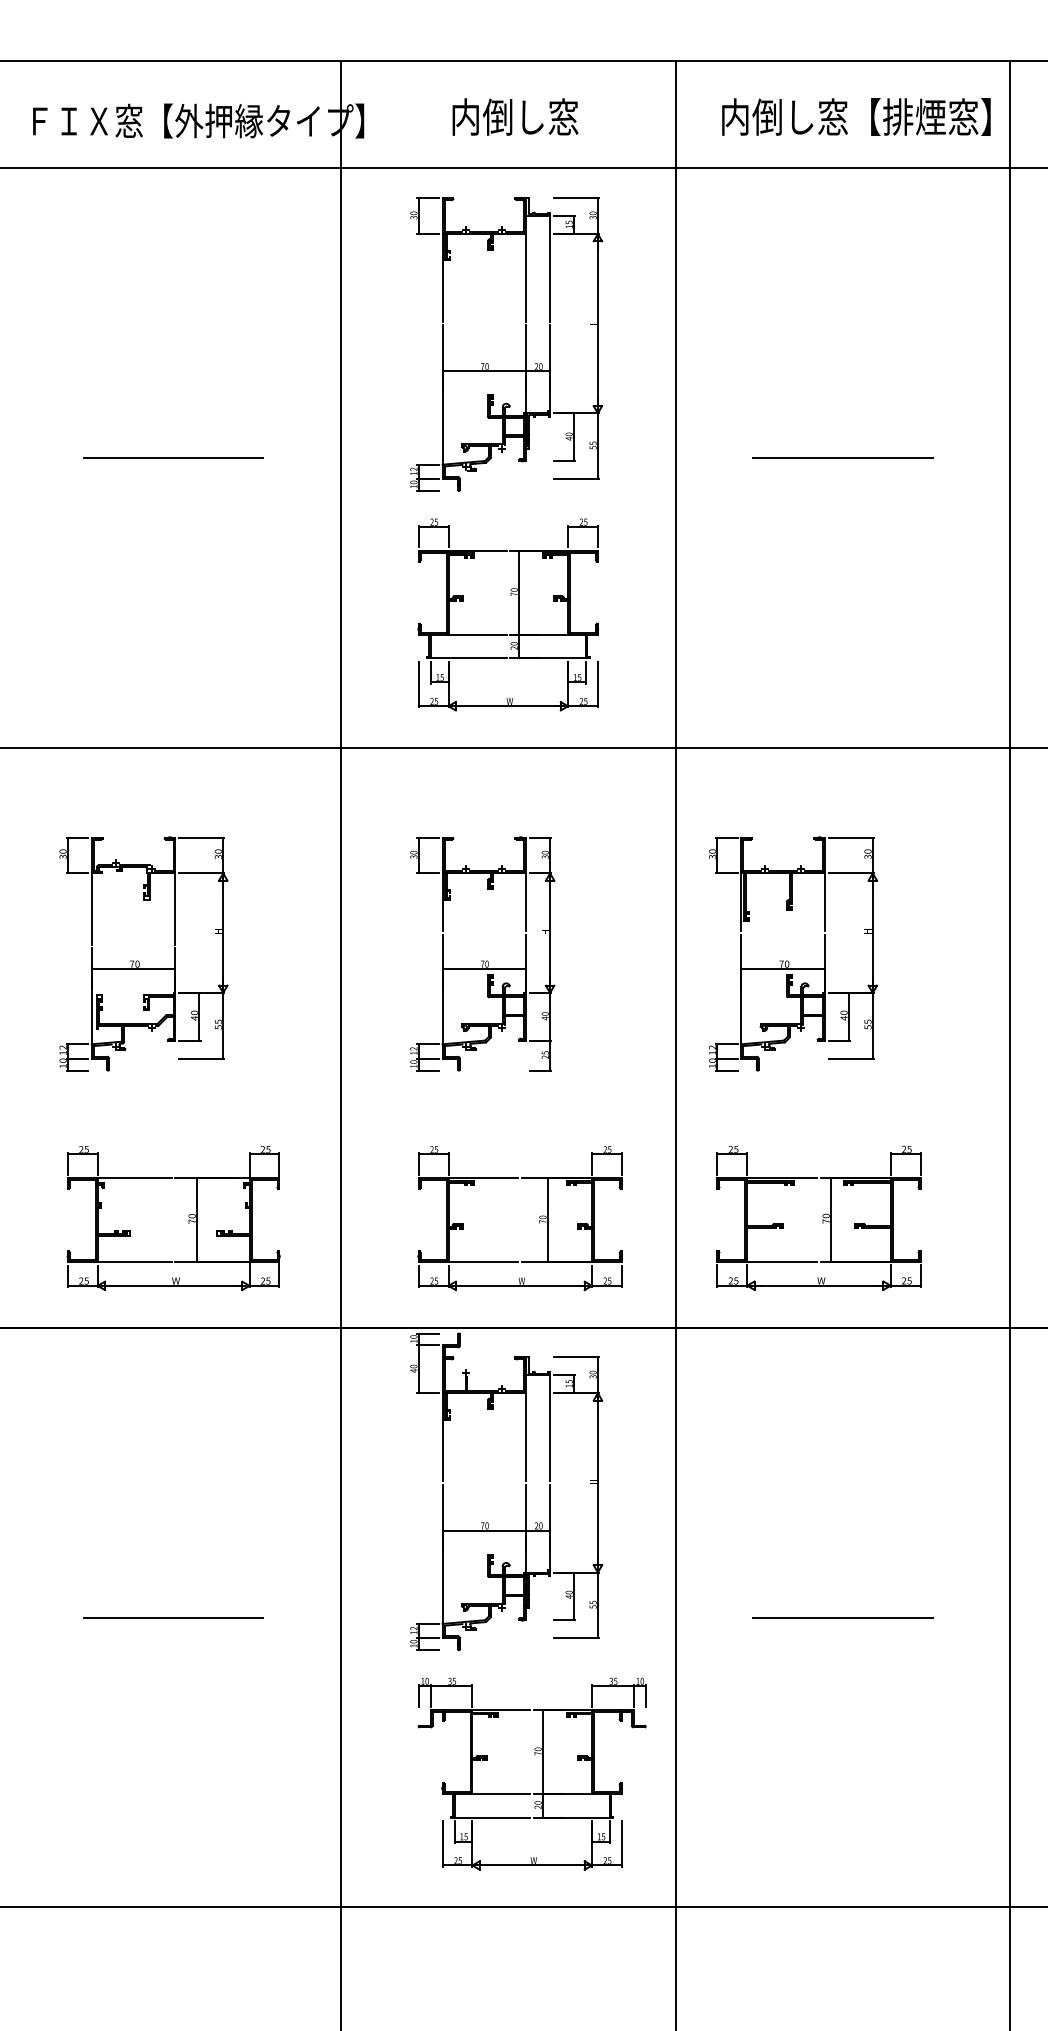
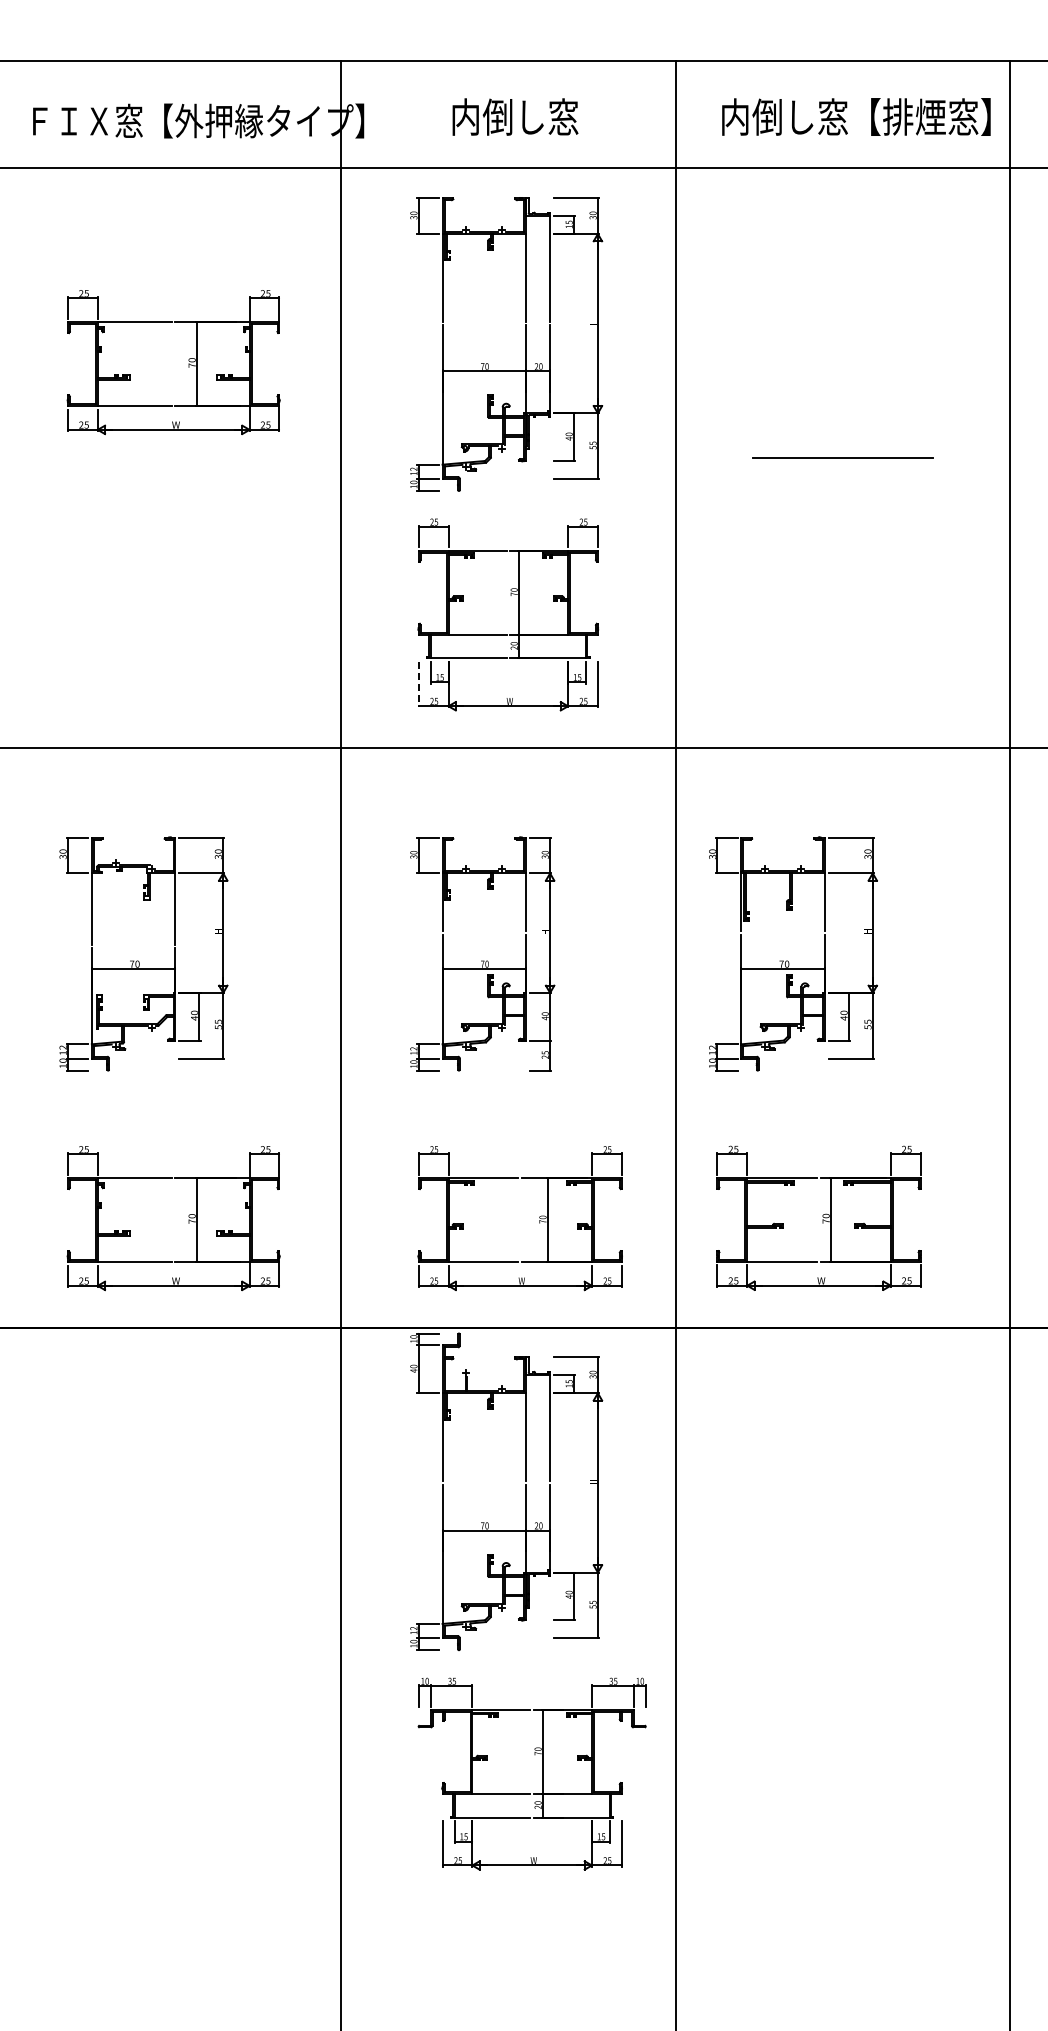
part at (188, 363): none -> present
line at (173, 458): present -> none
line at (418, 684): solid -> dashed
line at (173, 1617): present -> none
line at (842, 1617): present -> none
line at (523, 1907): present -> none
